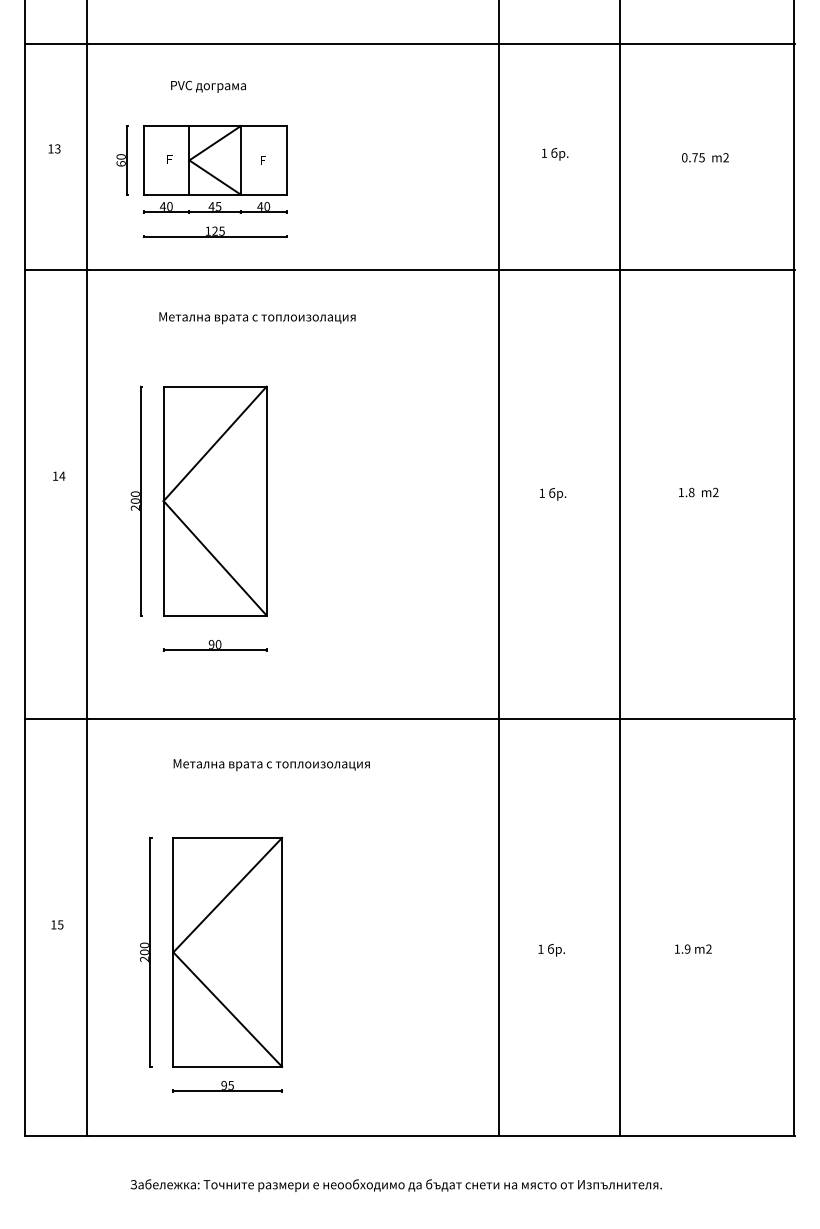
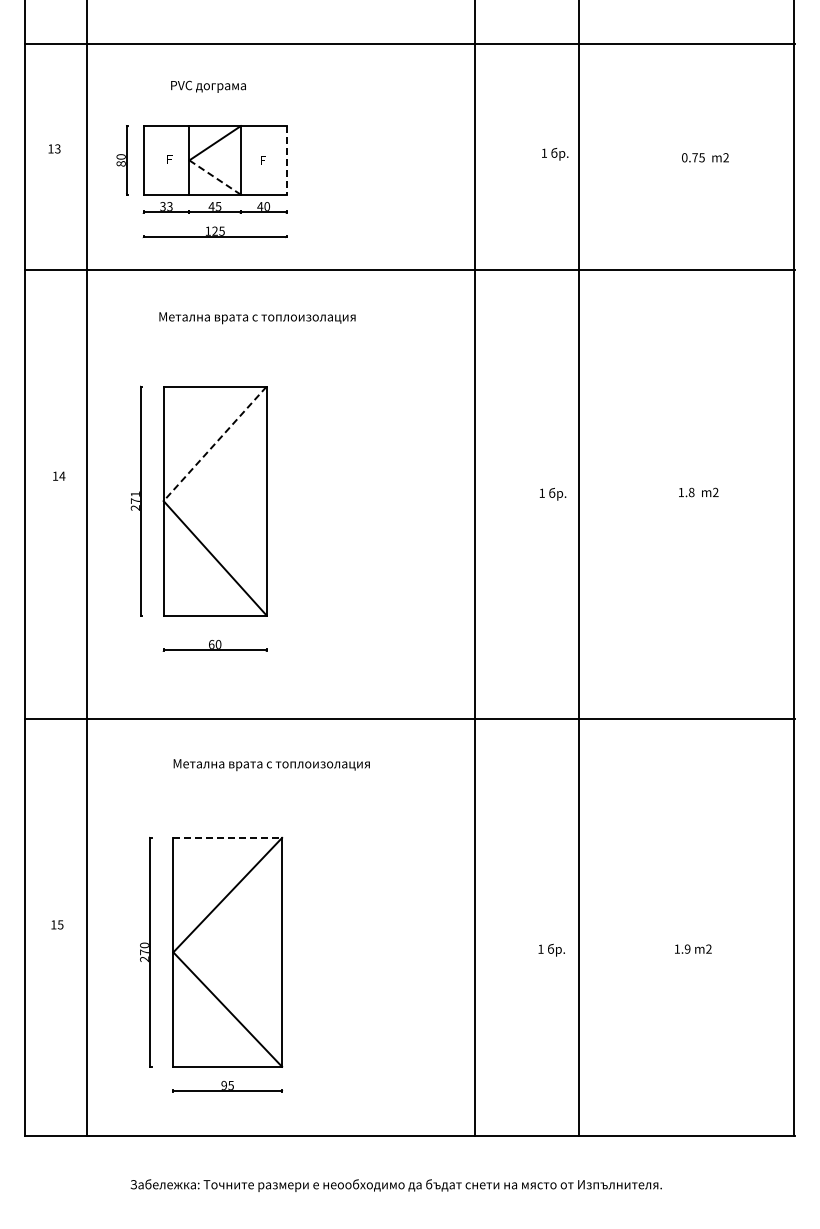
line at (286, 160): solid -> dashed
text at (120, 163): 60 -> 80
line at (215, 177): solid -> dashed
text at (165, 206): 40 -> 33
line at (215, 443): solid -> dashed
text at (134, 497): 200 -> 271
line at (498, 569) position: (498, 569) -> (474, 569)
line at (619, 569) position: (619, 569) -> (578, 569)
text at (211, 644): 90 -> 60
line at (228, 837): solid -> dashed
text at (144, 952): 200 -> 270
